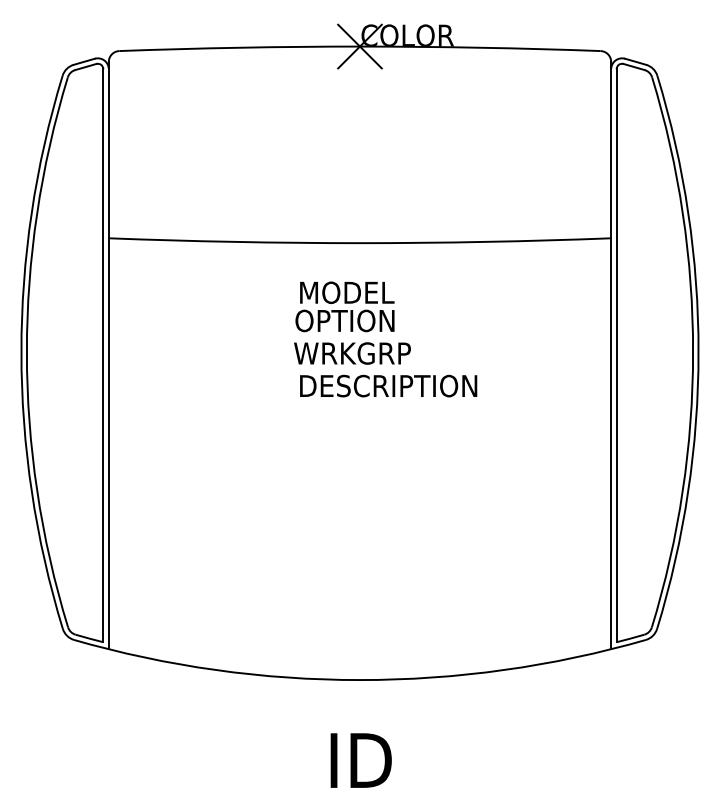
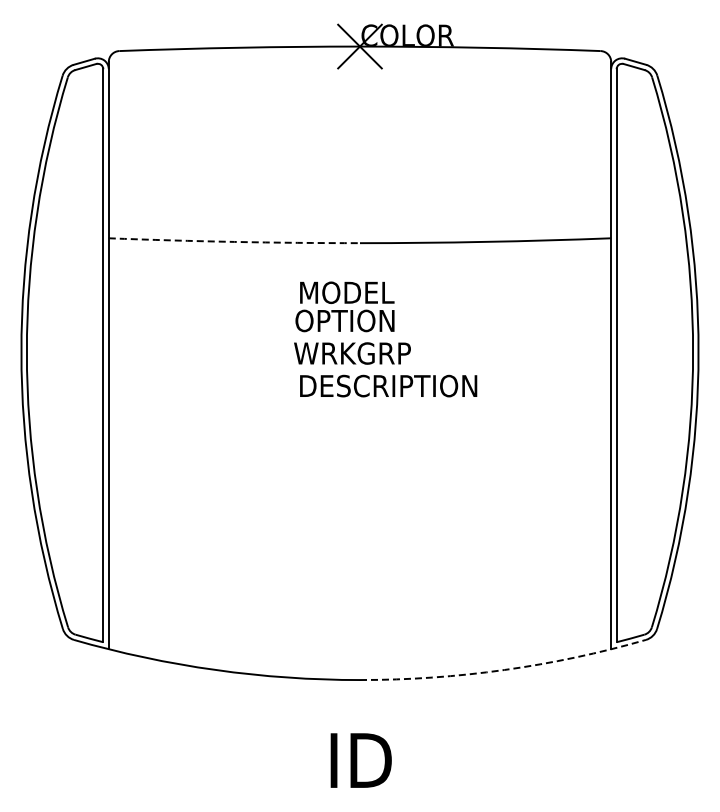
arc at (234, 241): solid -> dashed
arc at (504, 670): solid -> dashed
